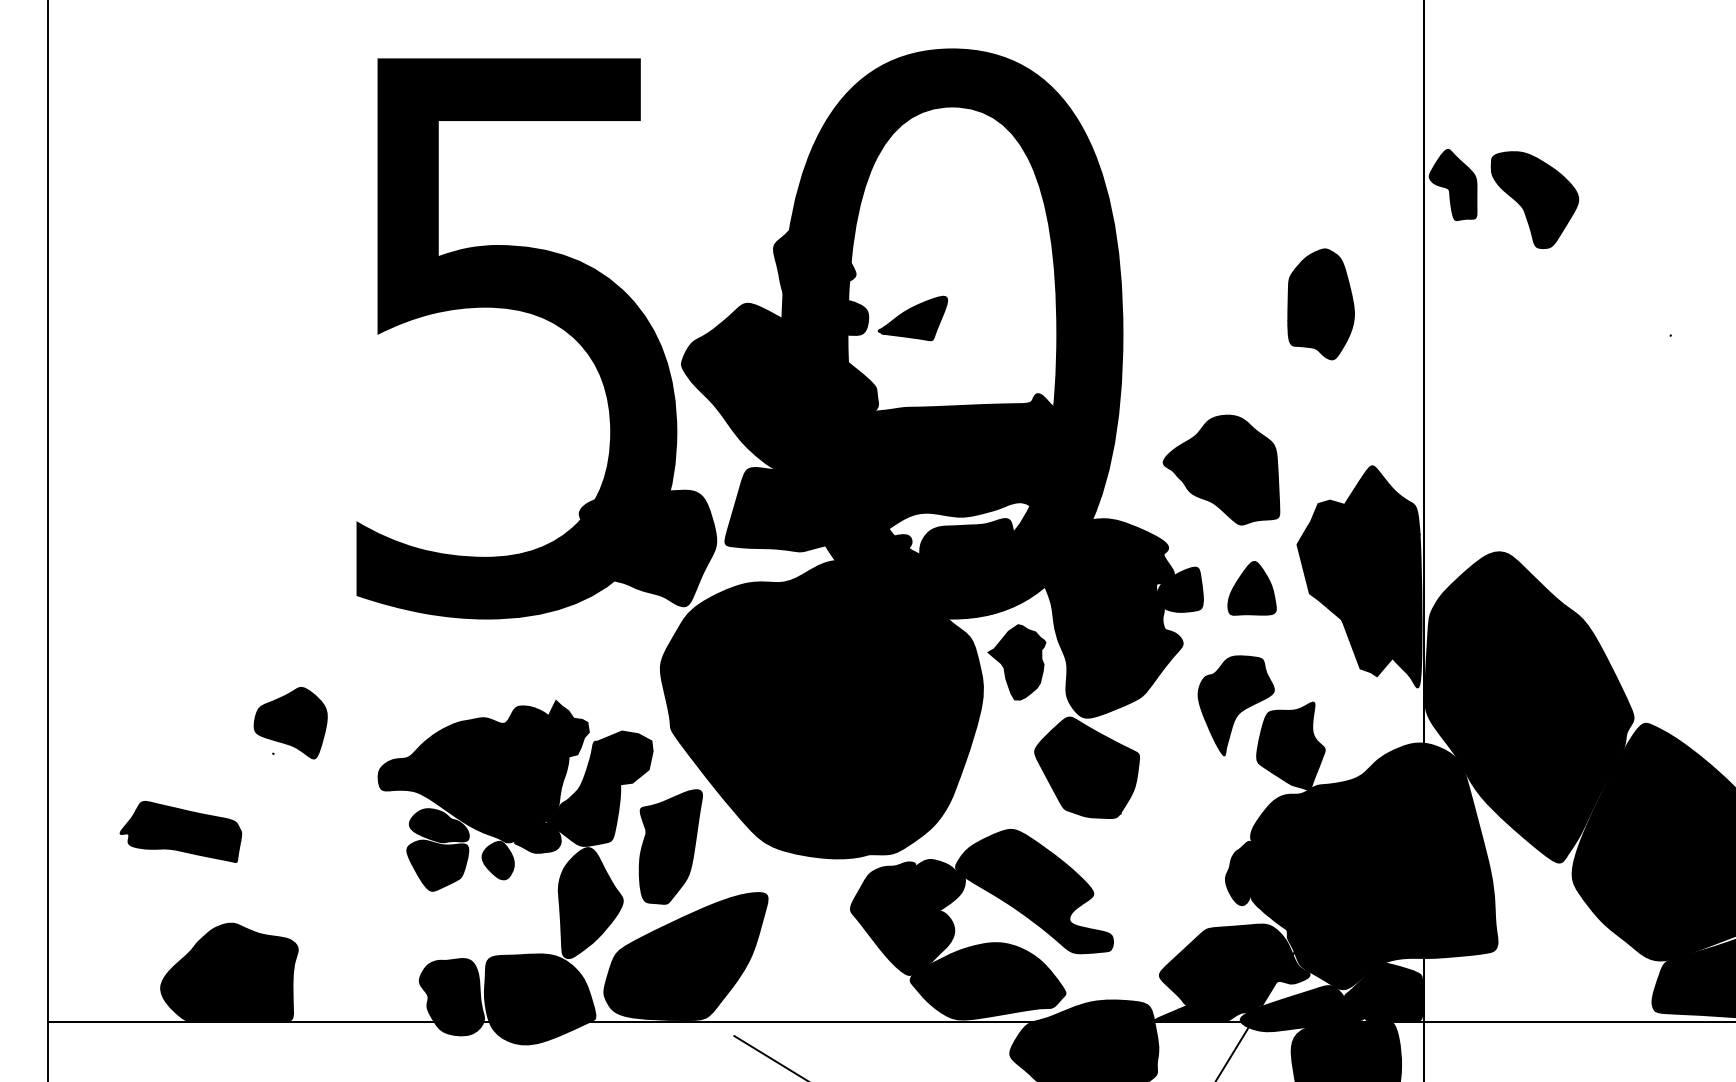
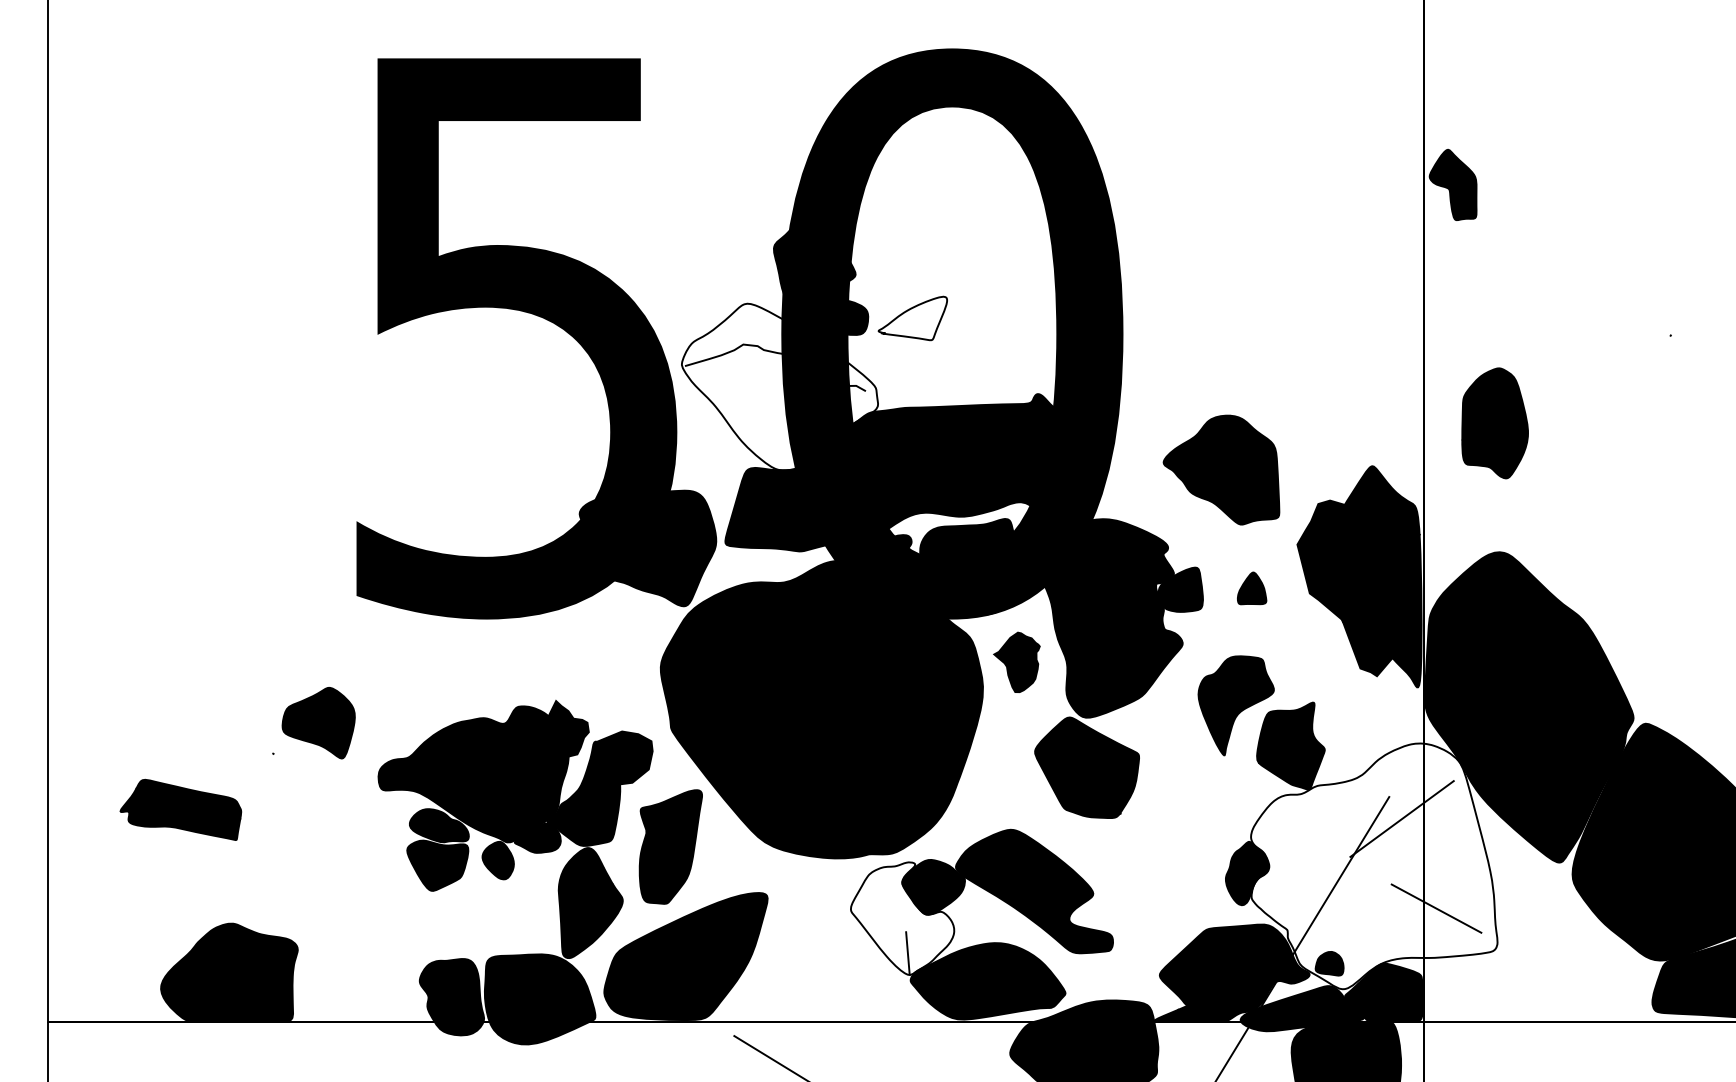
part at (1534, 199): present -> none
part at (1320, 304) position: (1320, 304) -> (1494, 423)
fill at (912, 318): present -> none
fill at (779, 386): present -> none
part at (1251, 588) size: 50x55 px -> 31x35 px
part at (1016, 662) size: 60x77 px -> 48x62 px
part at (290, 723) position: (290, 723) -> (318, 723)
part at (180, 831) position: (180, 831) -> (180, 809)
fill at (1374, 866): present -> none
fill at (902, 918): present -> none
